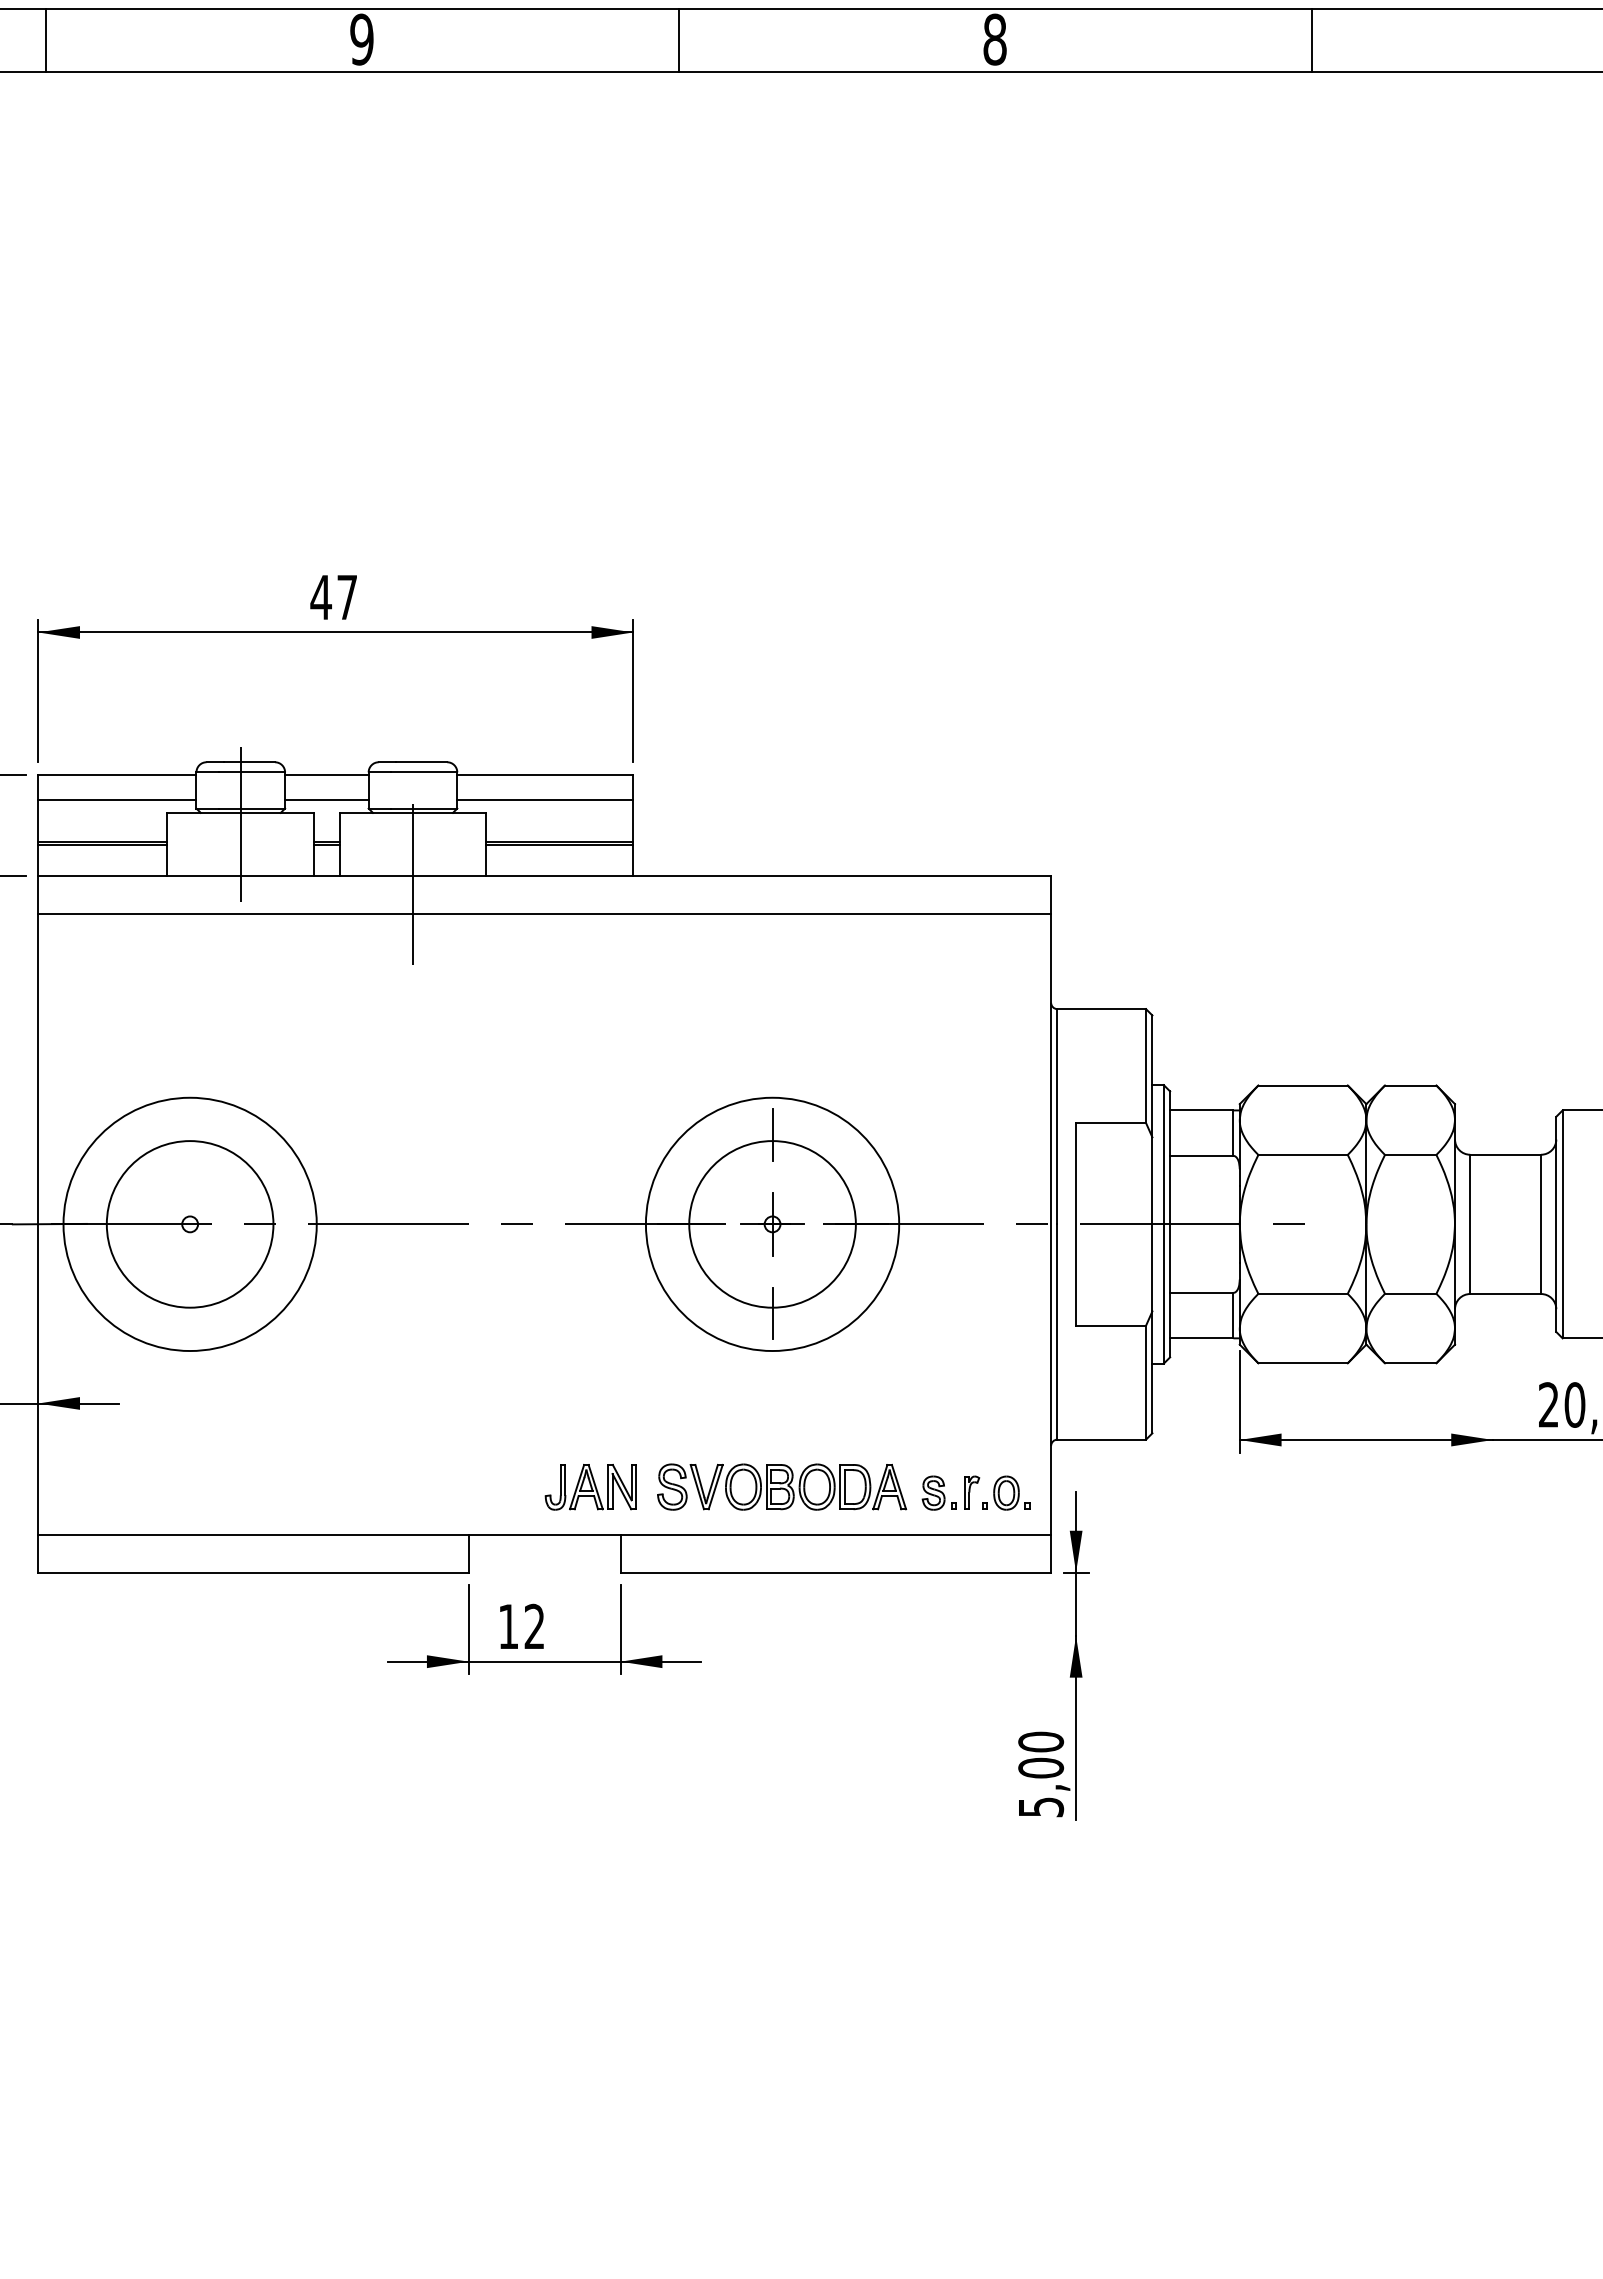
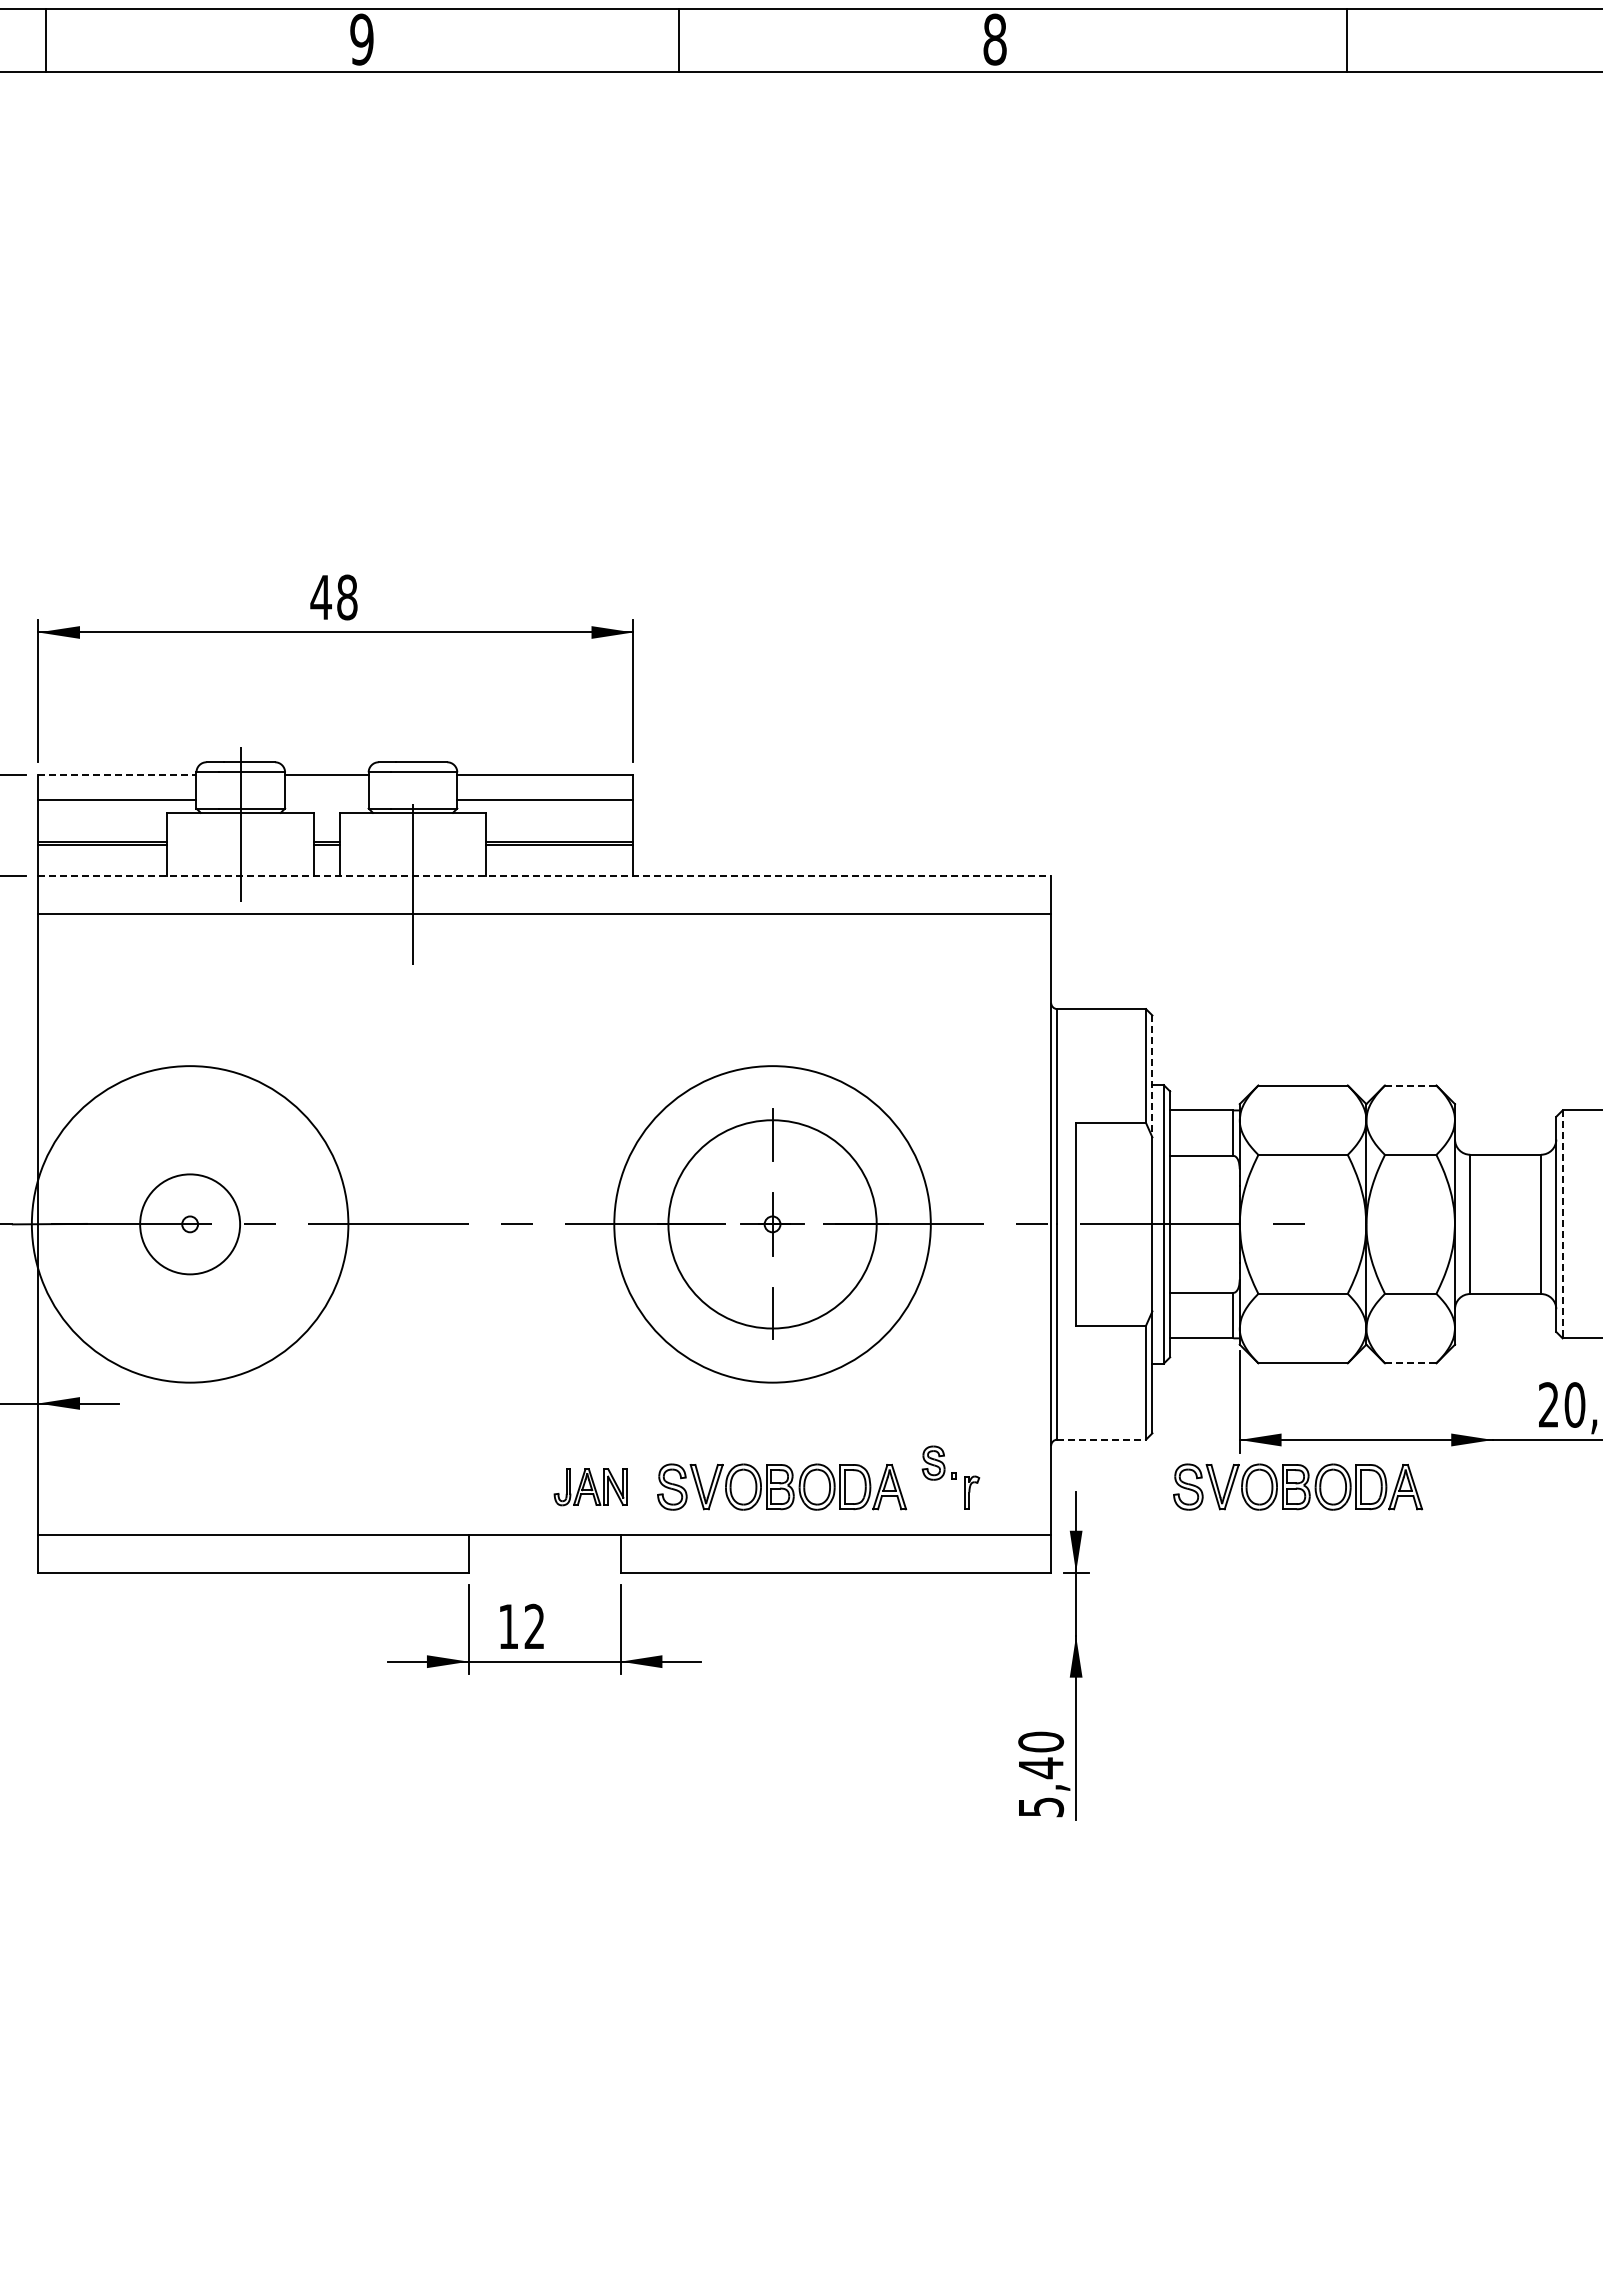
line at (1312, 40) position: (1312, 40) -> (1347, 40)
text at (347, 597): 47 -> 48
line at (117, 774): solid -> dashed
line at (326, 800): present -> none
line at (545, 876): solid -> dashed
line at (1152, 1076): solid -> dashed
line at (1410, 1085): solid -> dashed
circle at (189, 1224) diameter: 167 px -> 100 px
circle at (189, 1224) diameter: 253 px -> 317 px
circle at (772, 1224) diameter: 167 px -> 208 px
circle at (772, 1224) diameter: 253 px -> 317 px
line at (1562, 1224): solid -> dashed
line at (1410, 1363): solid -> dashed
line at (1102, 1439): solid -> dashed
part at (1298, 1486): none -> present
part at (590, 1487) size: 93x47 px -> 75x39 px
part at (938, 1492) position: (938, 1492) -> (938, 1462)
part at (1006, 1492): present -> none
text at (1041, 1768): 5,00 -> 5,40
